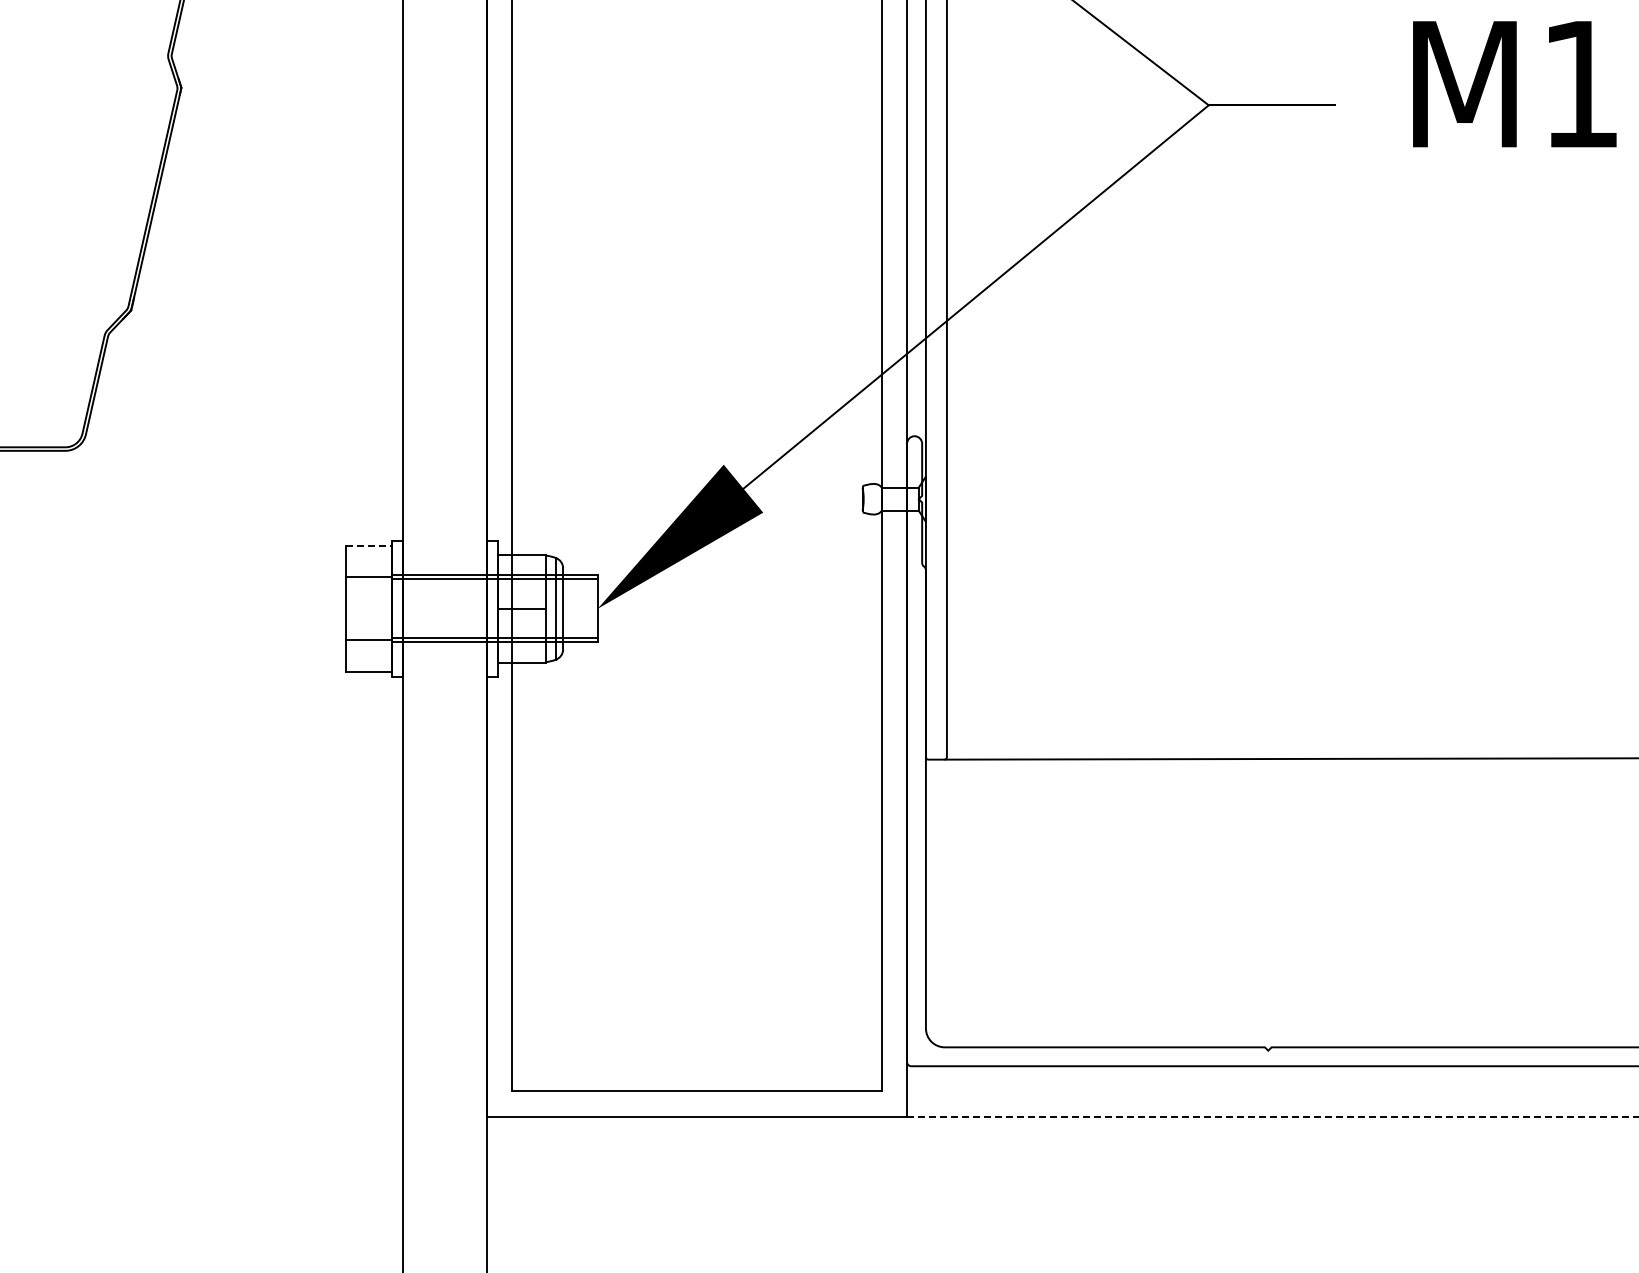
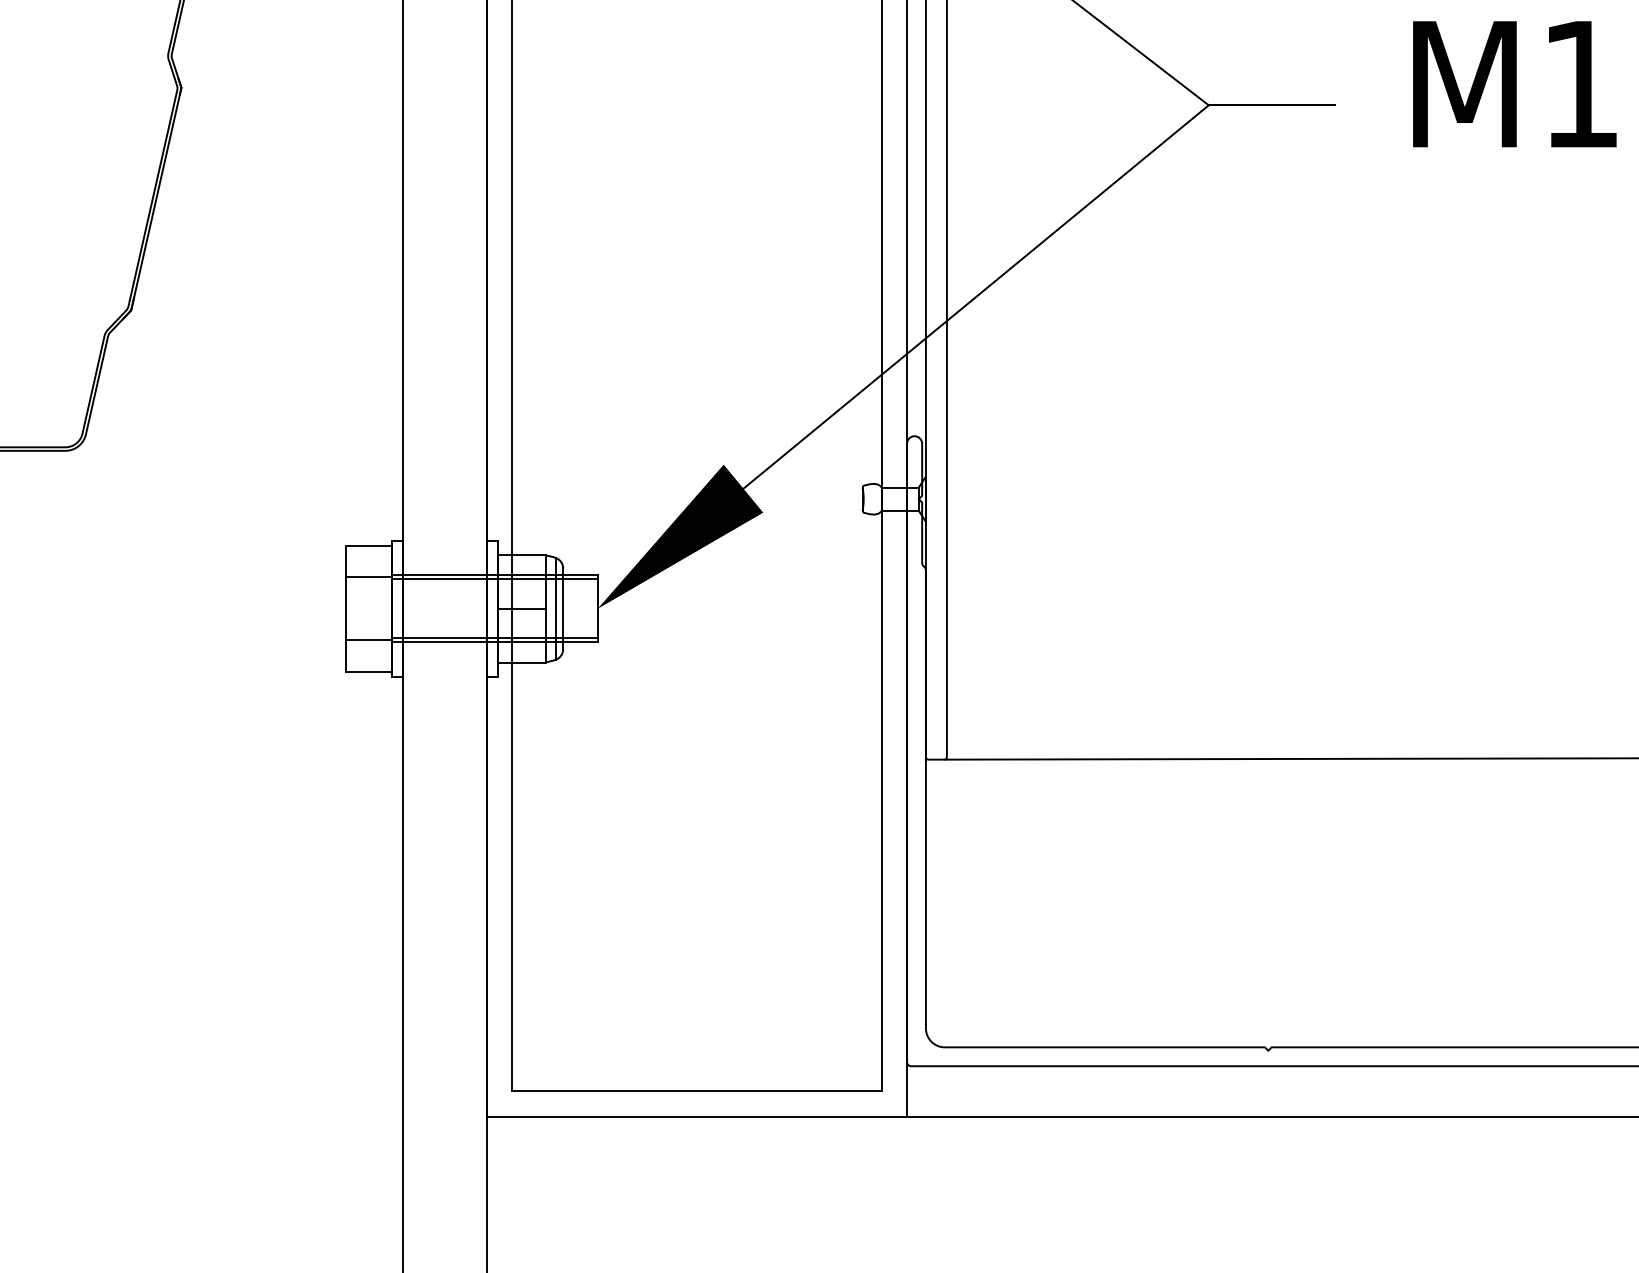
line at (369, 545): dashed -> solid
line at (1272, 1116): dashed -> solid
